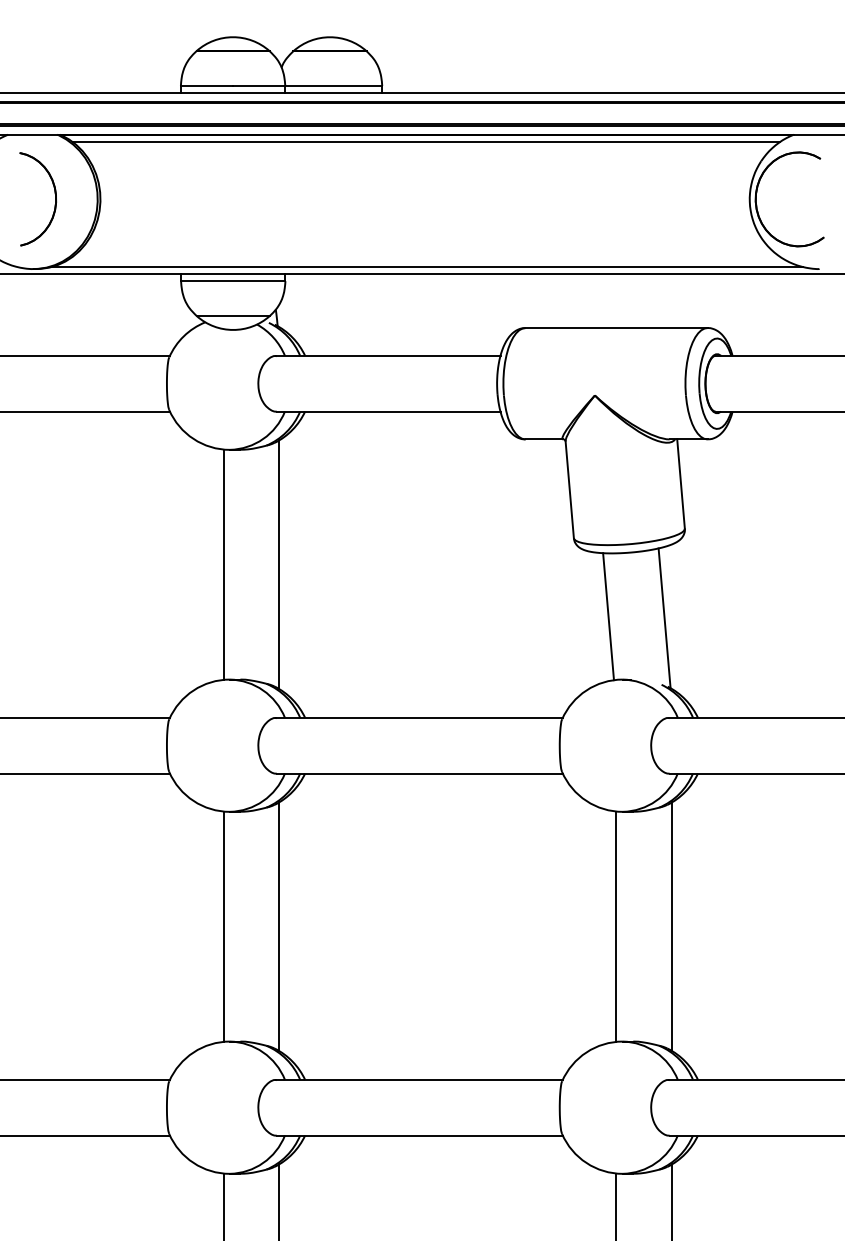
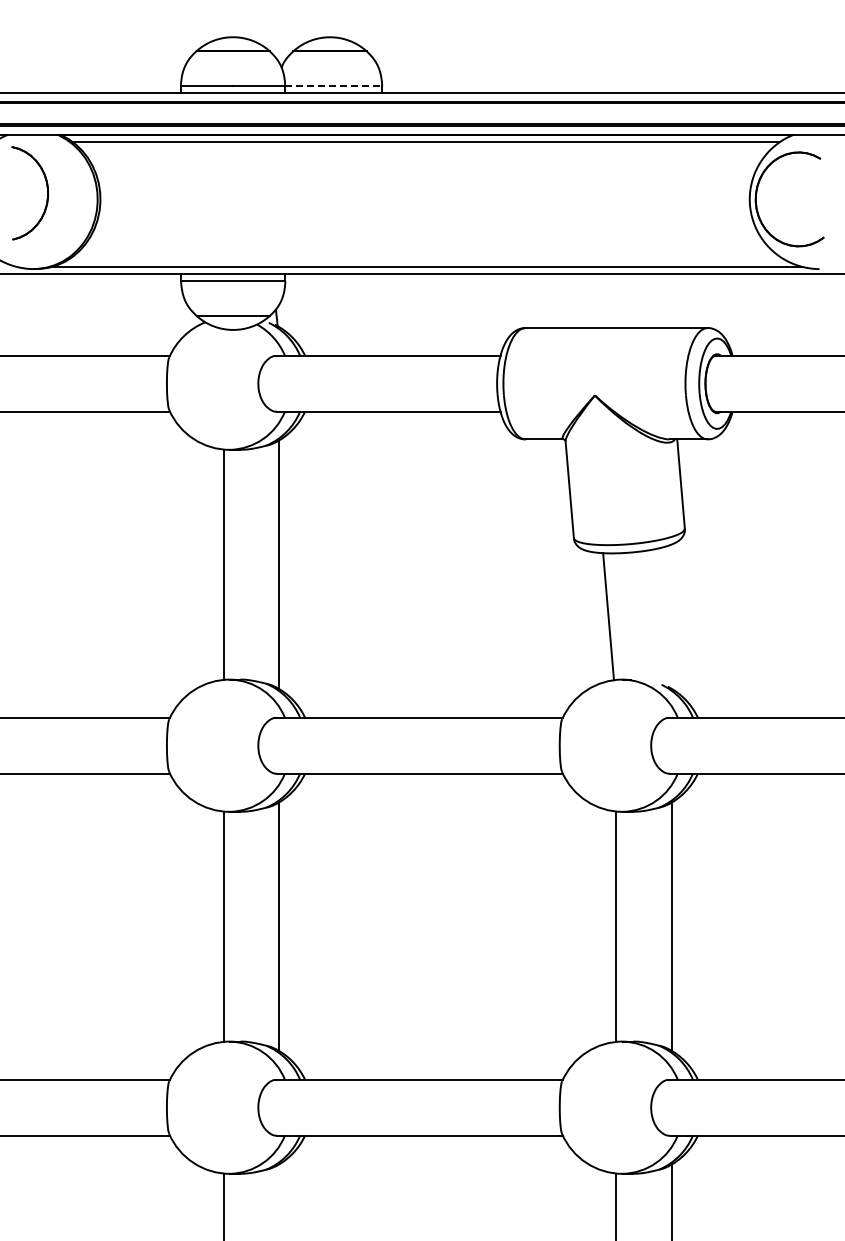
line at (334, 86): solid -> dashed
part at (54, 204) position: (54, 204) -> (46, 198)
line at (664, 618): present -> none
line at (279, 1200): present -> none
